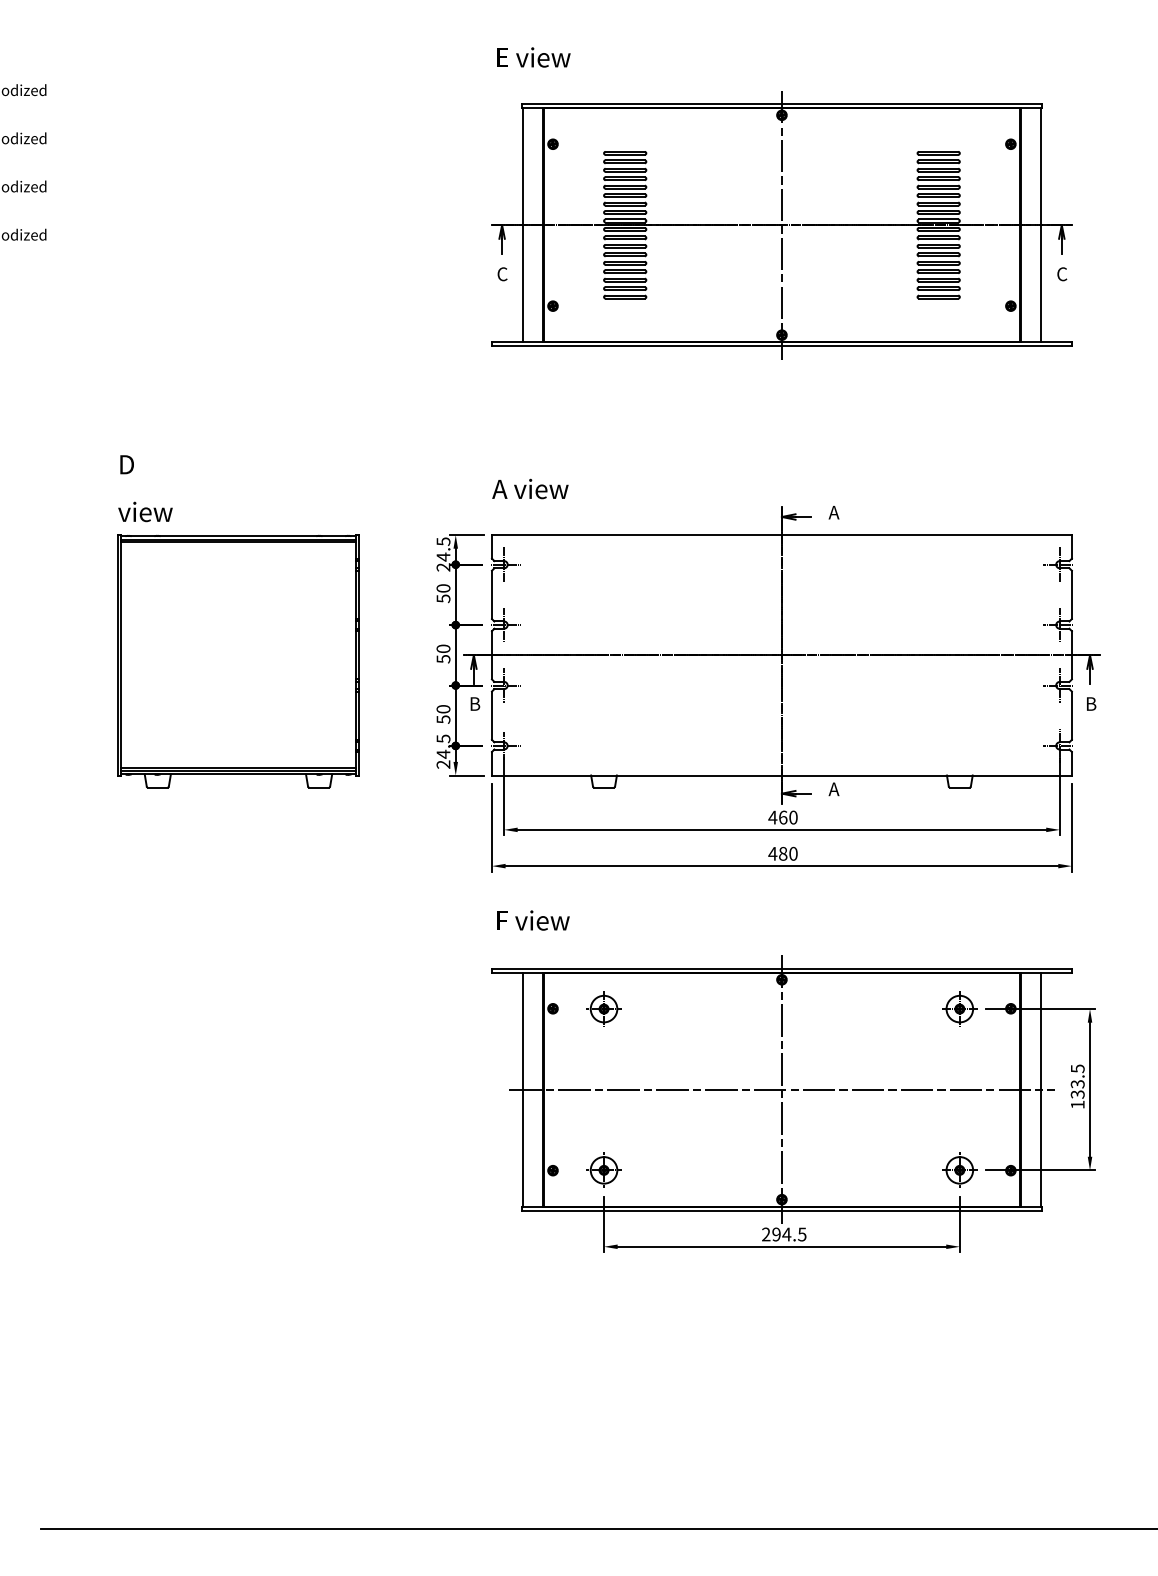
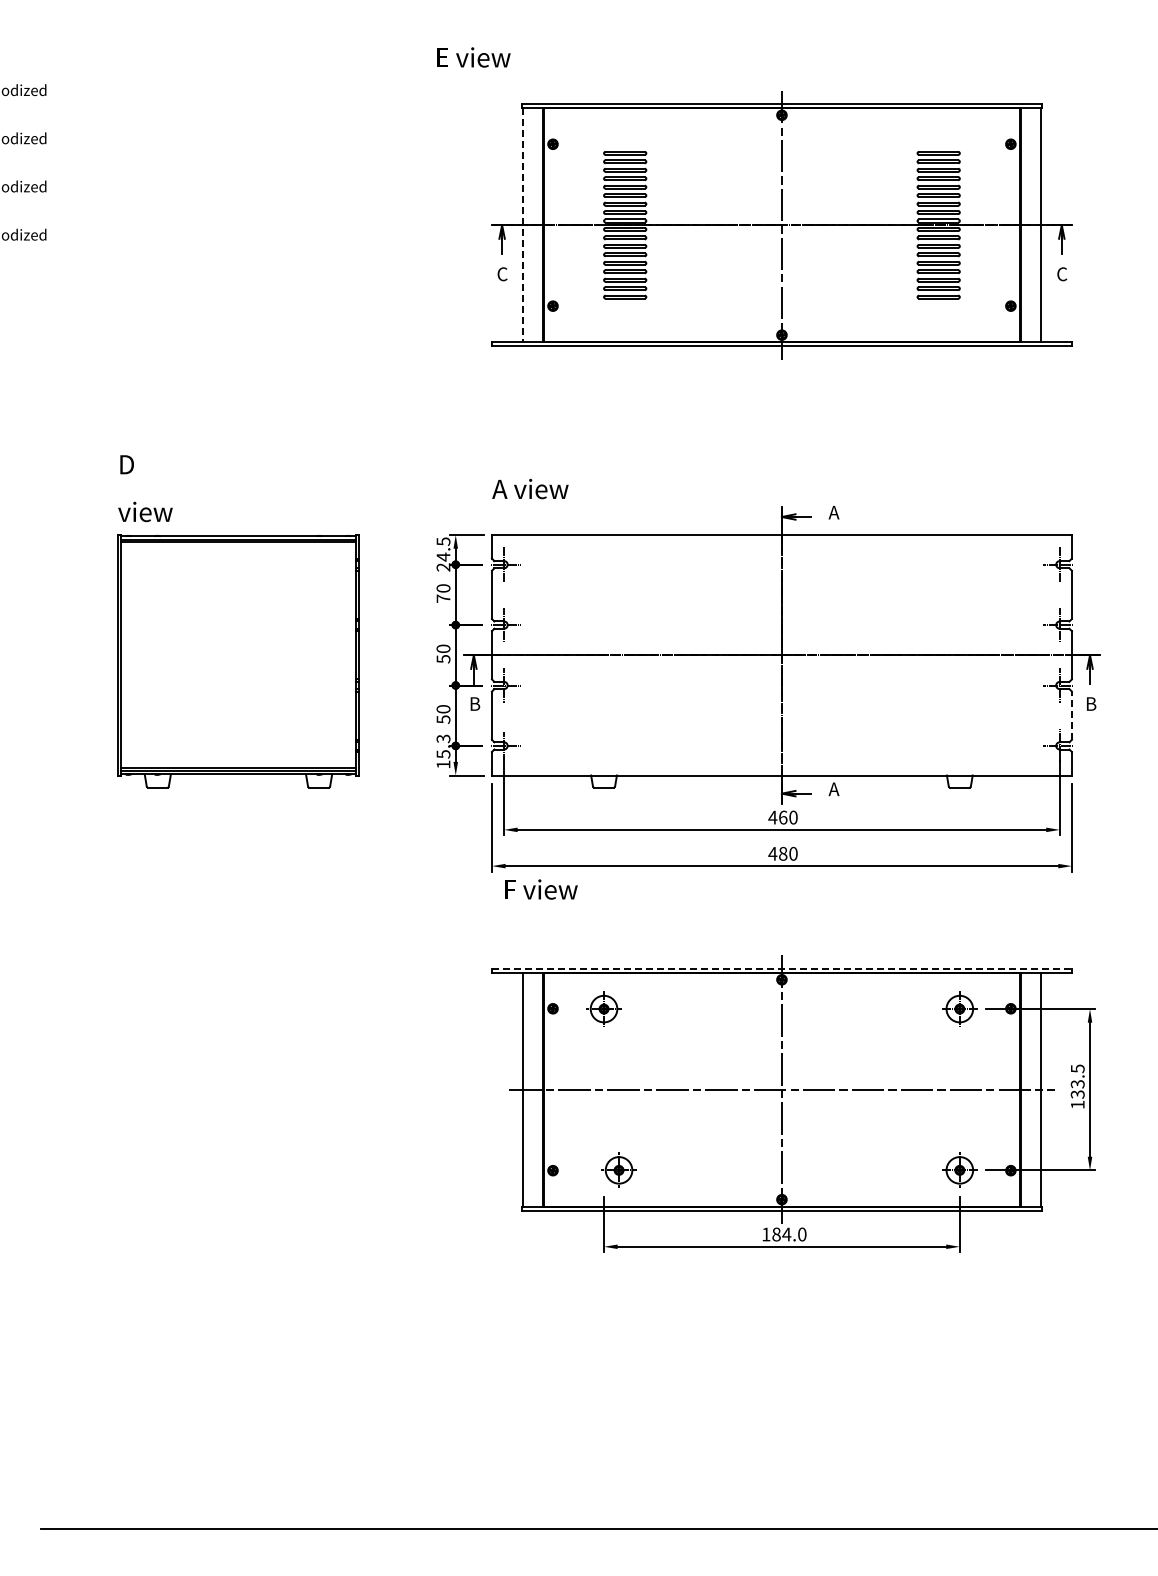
text at (533, 57) position: (533, 57) -> (473, 57)
line at (522, 225): solid -> dashed
text at (443, 598): 50 -> 70
line at (1071, 715): solid -> dashed
text at (443, 751): 24.5 -> 15.3
text at (533, 920) position: (533, 920) -> (541, 889)
line at (781, 968): solid -> dashed
part at (603, 1169) position: (603, 1169) -> (618, 1169)
text at (784, 1234): 294.5 -> 184.0
